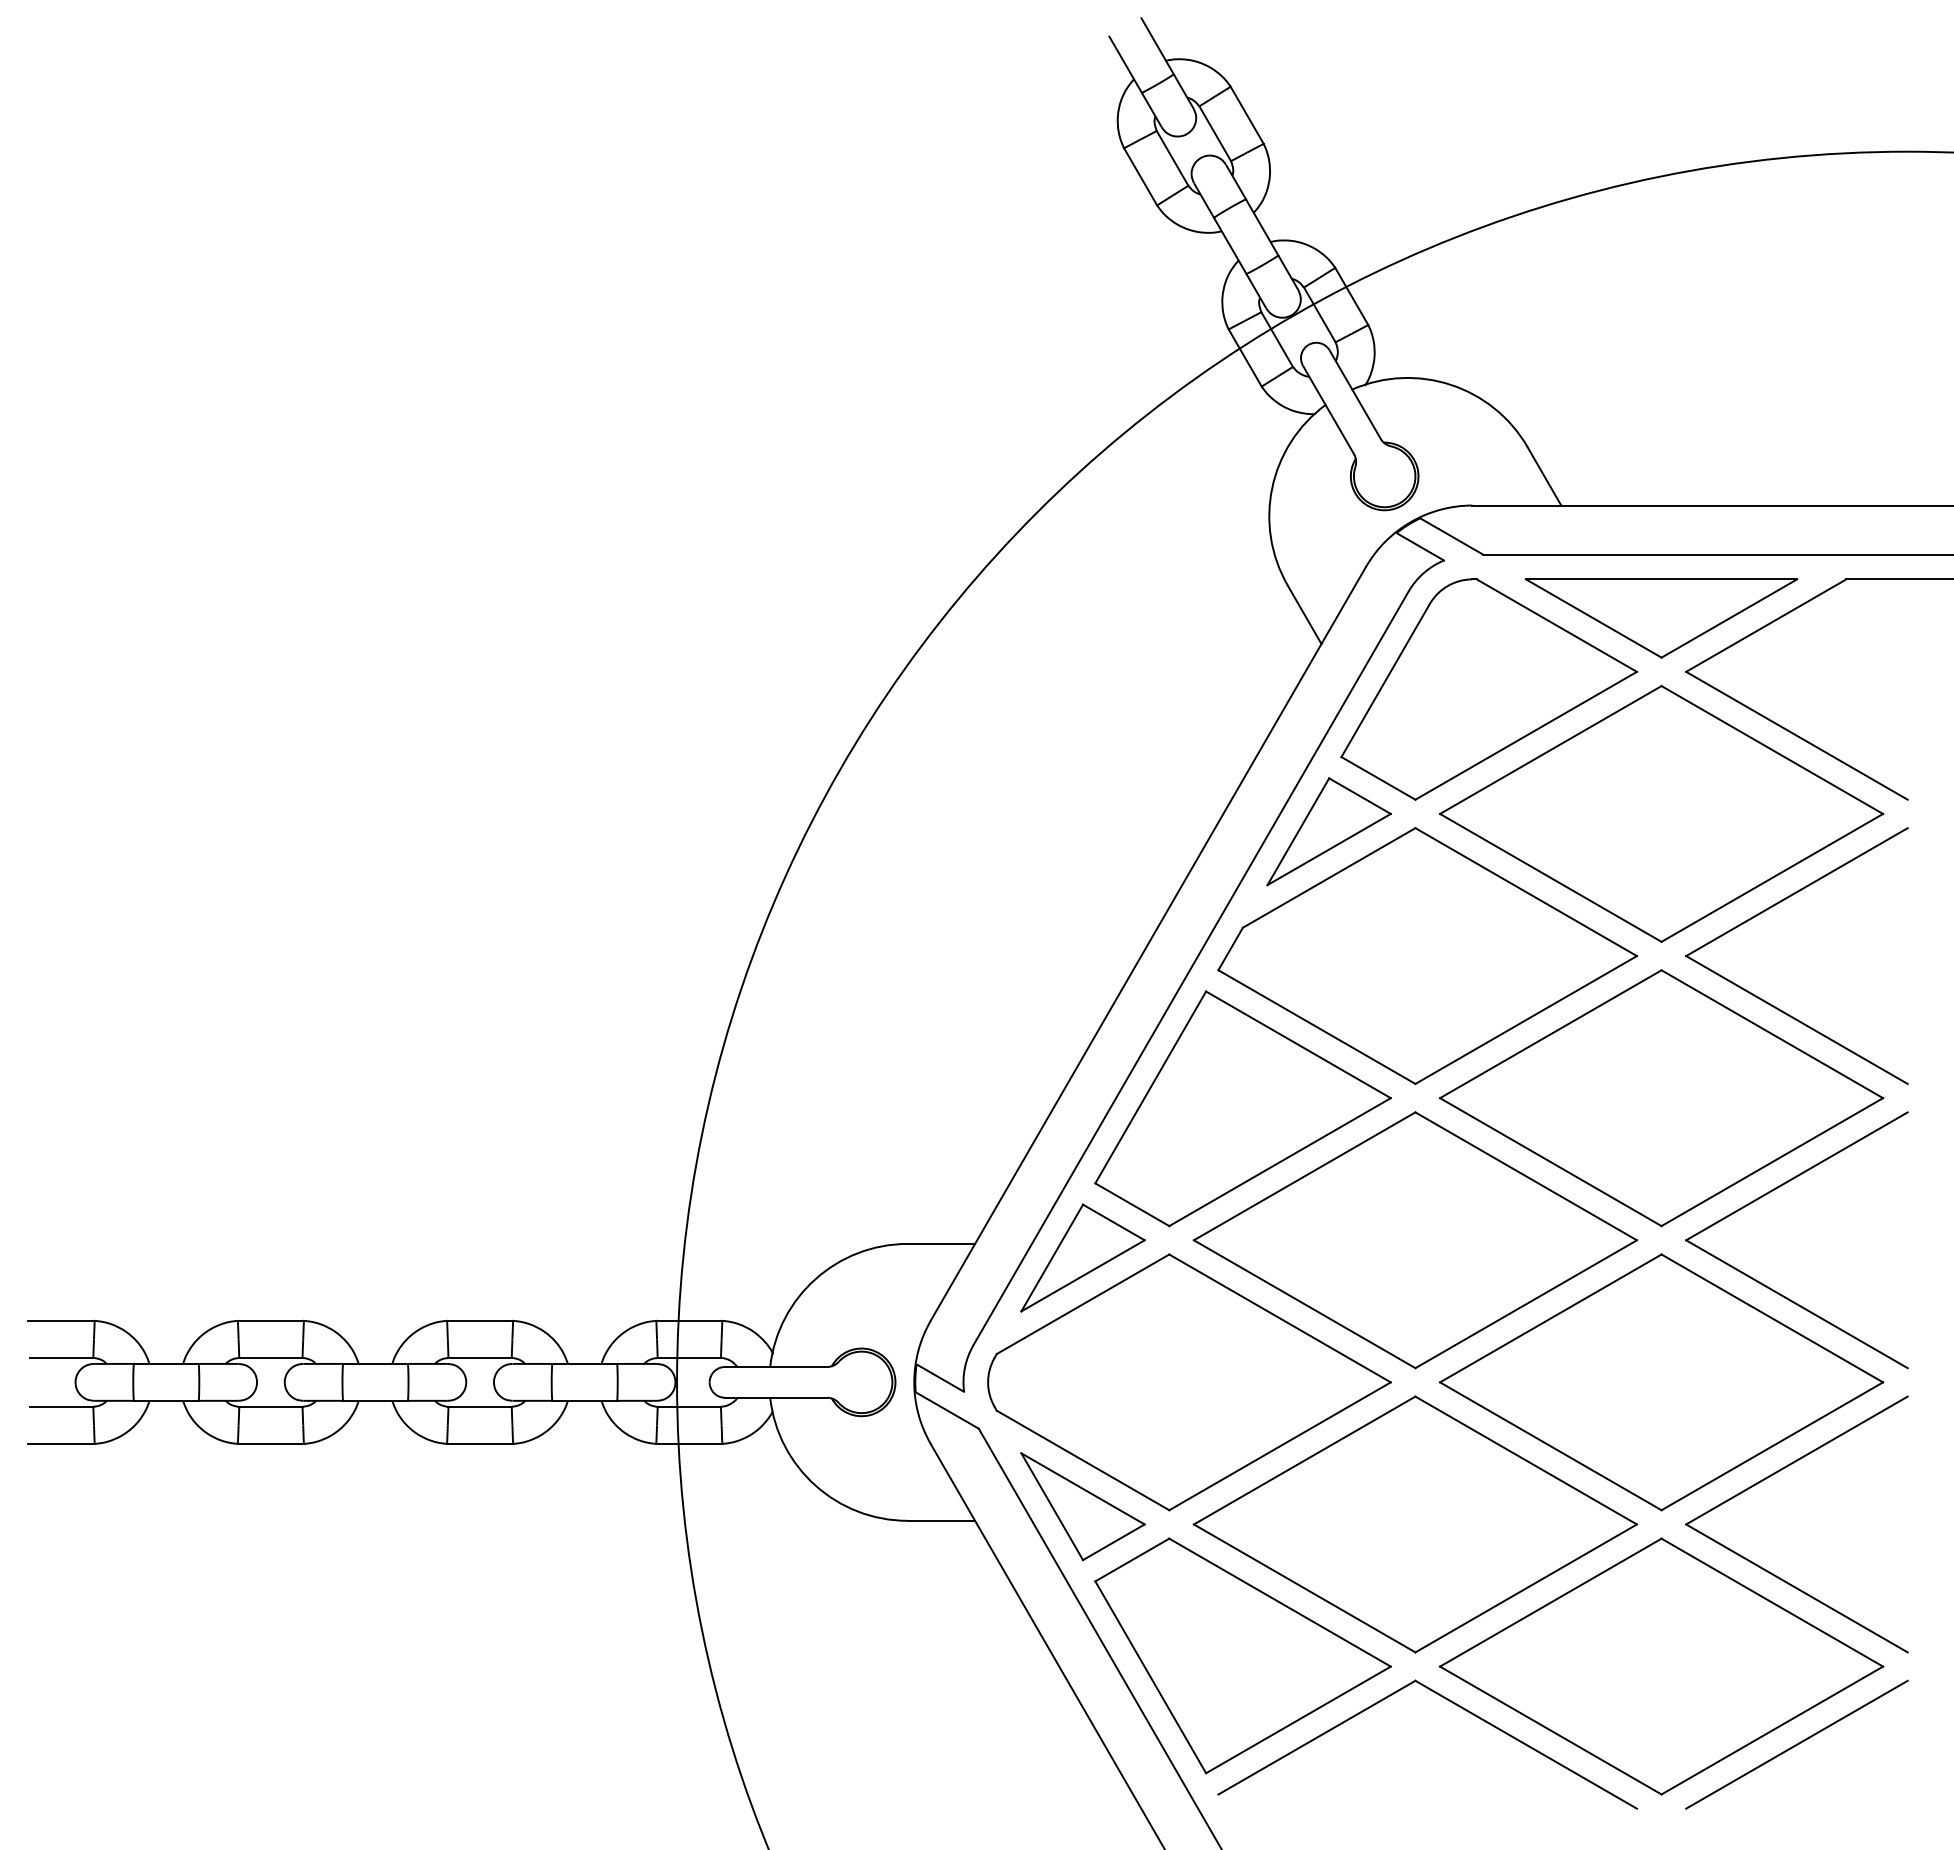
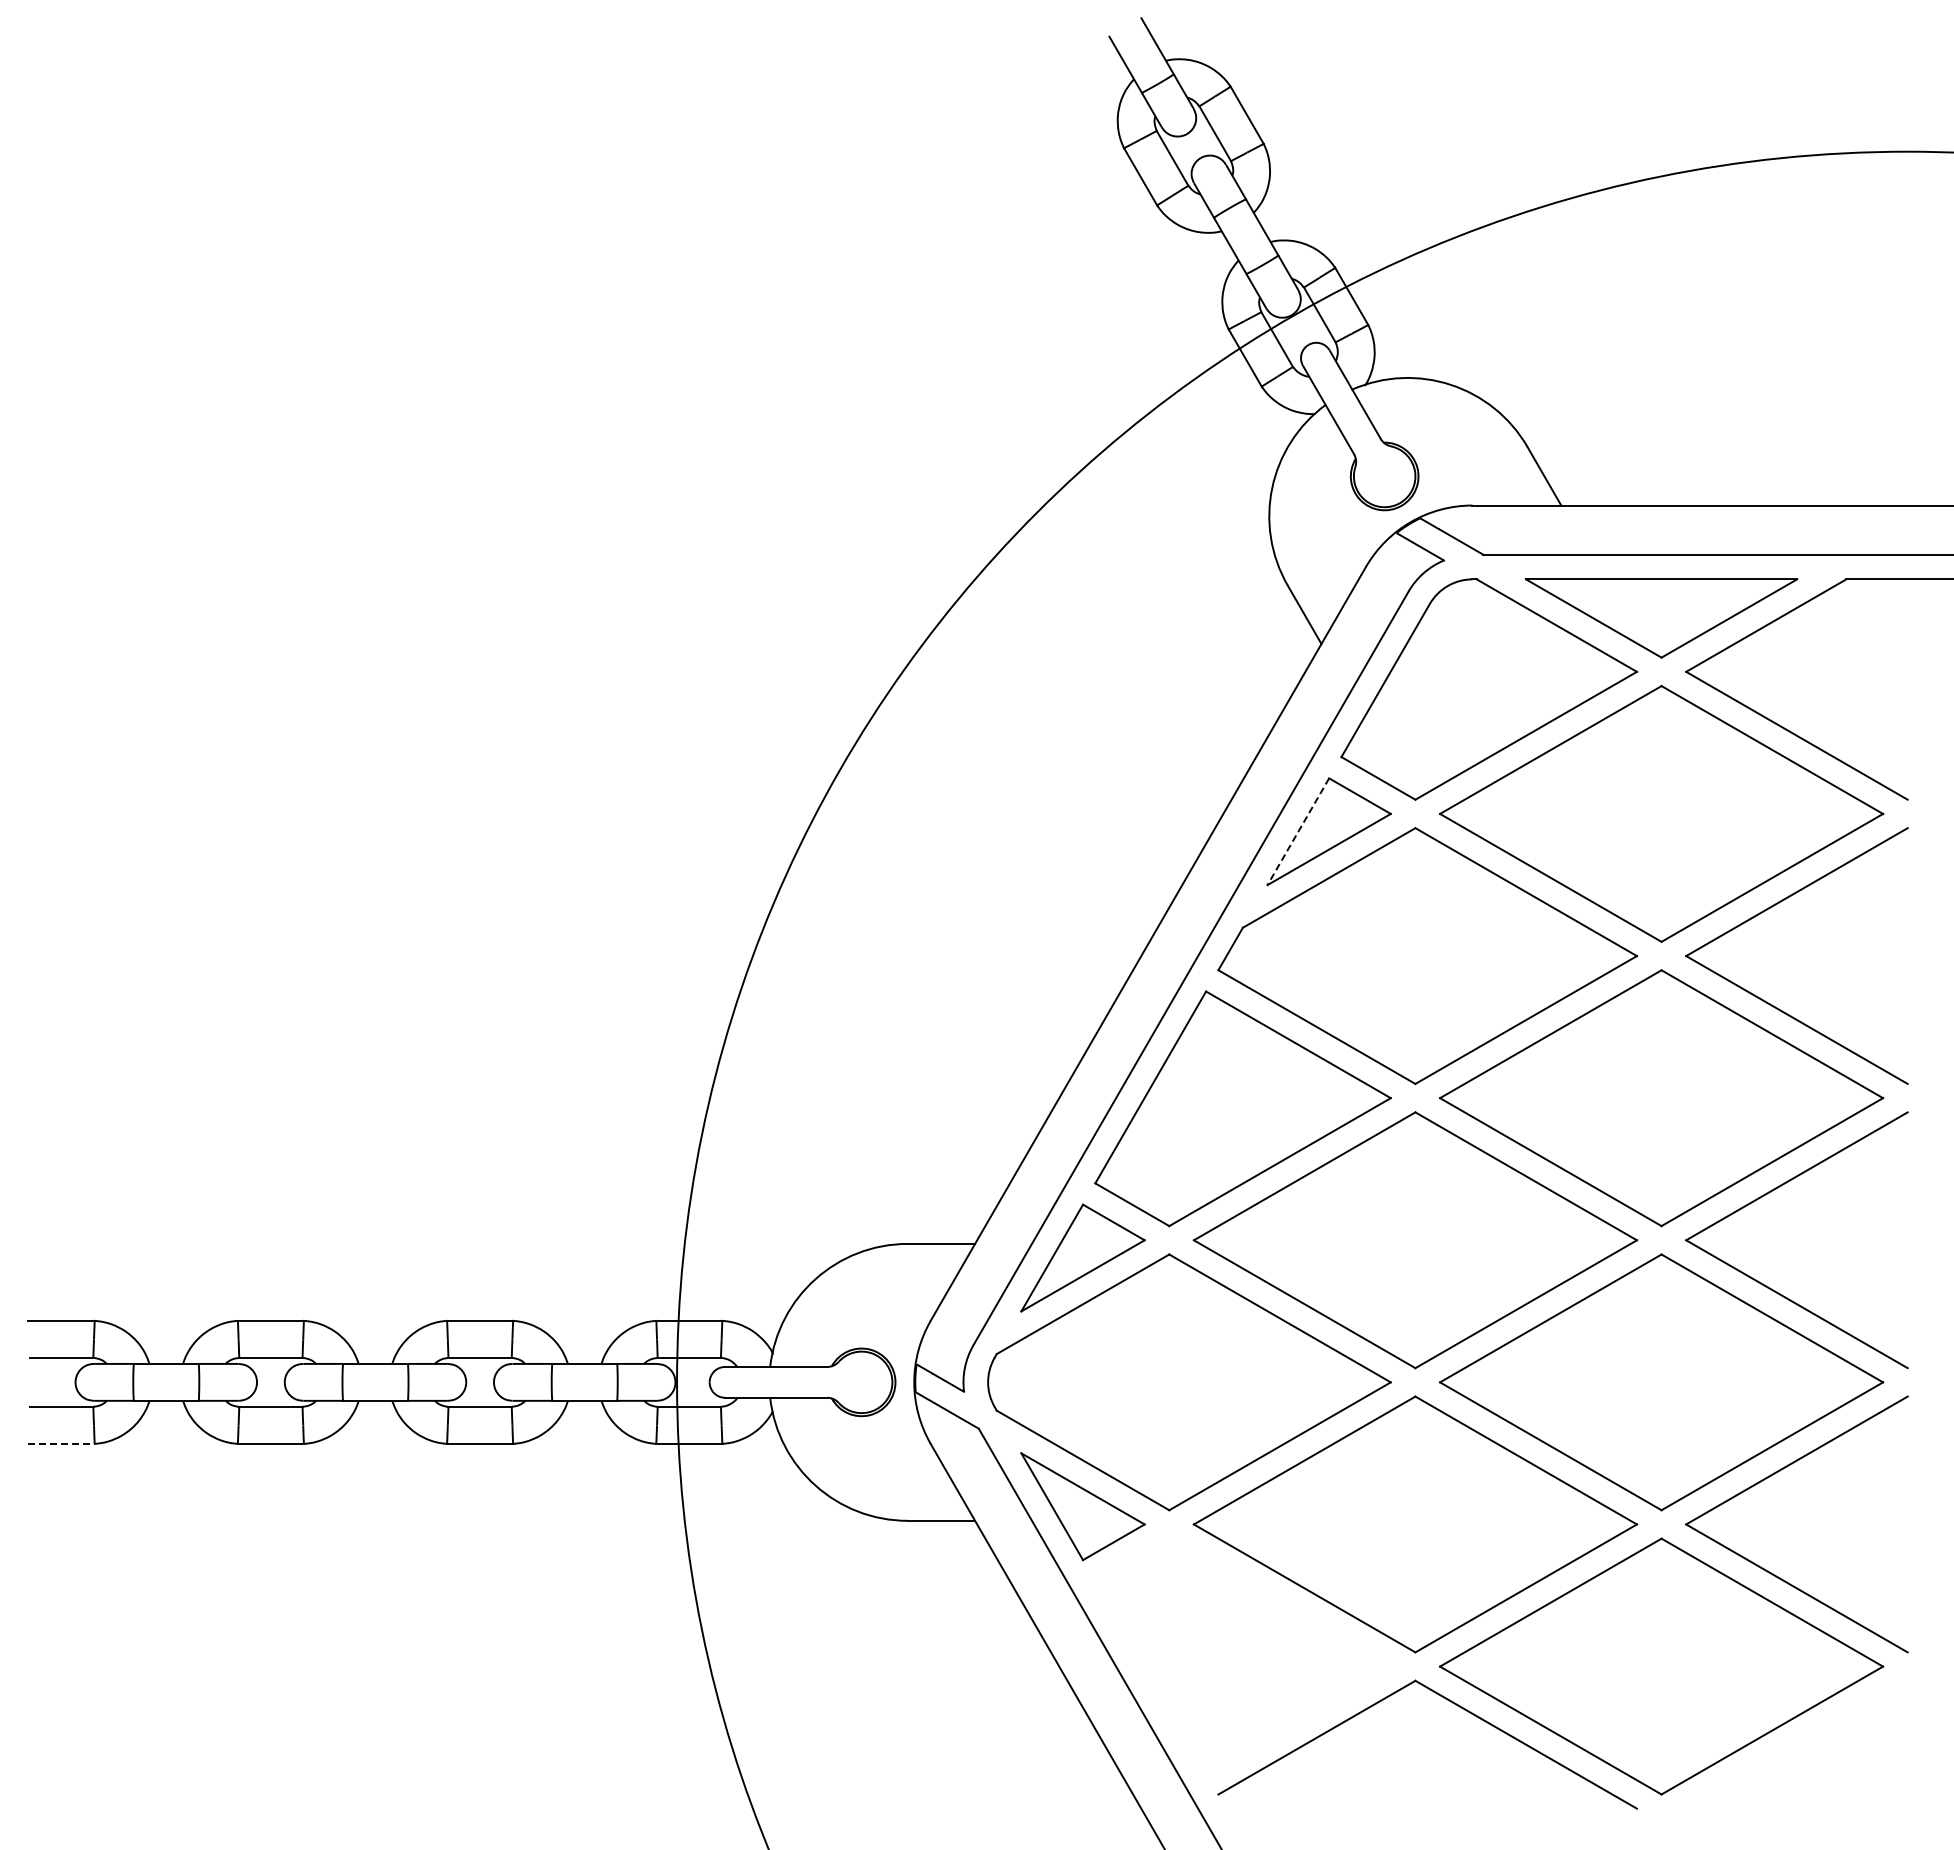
line at (1298, 831): solid -> dashed
line at (61, 1443): solid -> dashed
part at (1242, 1655): present -> none
line at (1796, 1744): present -> none
